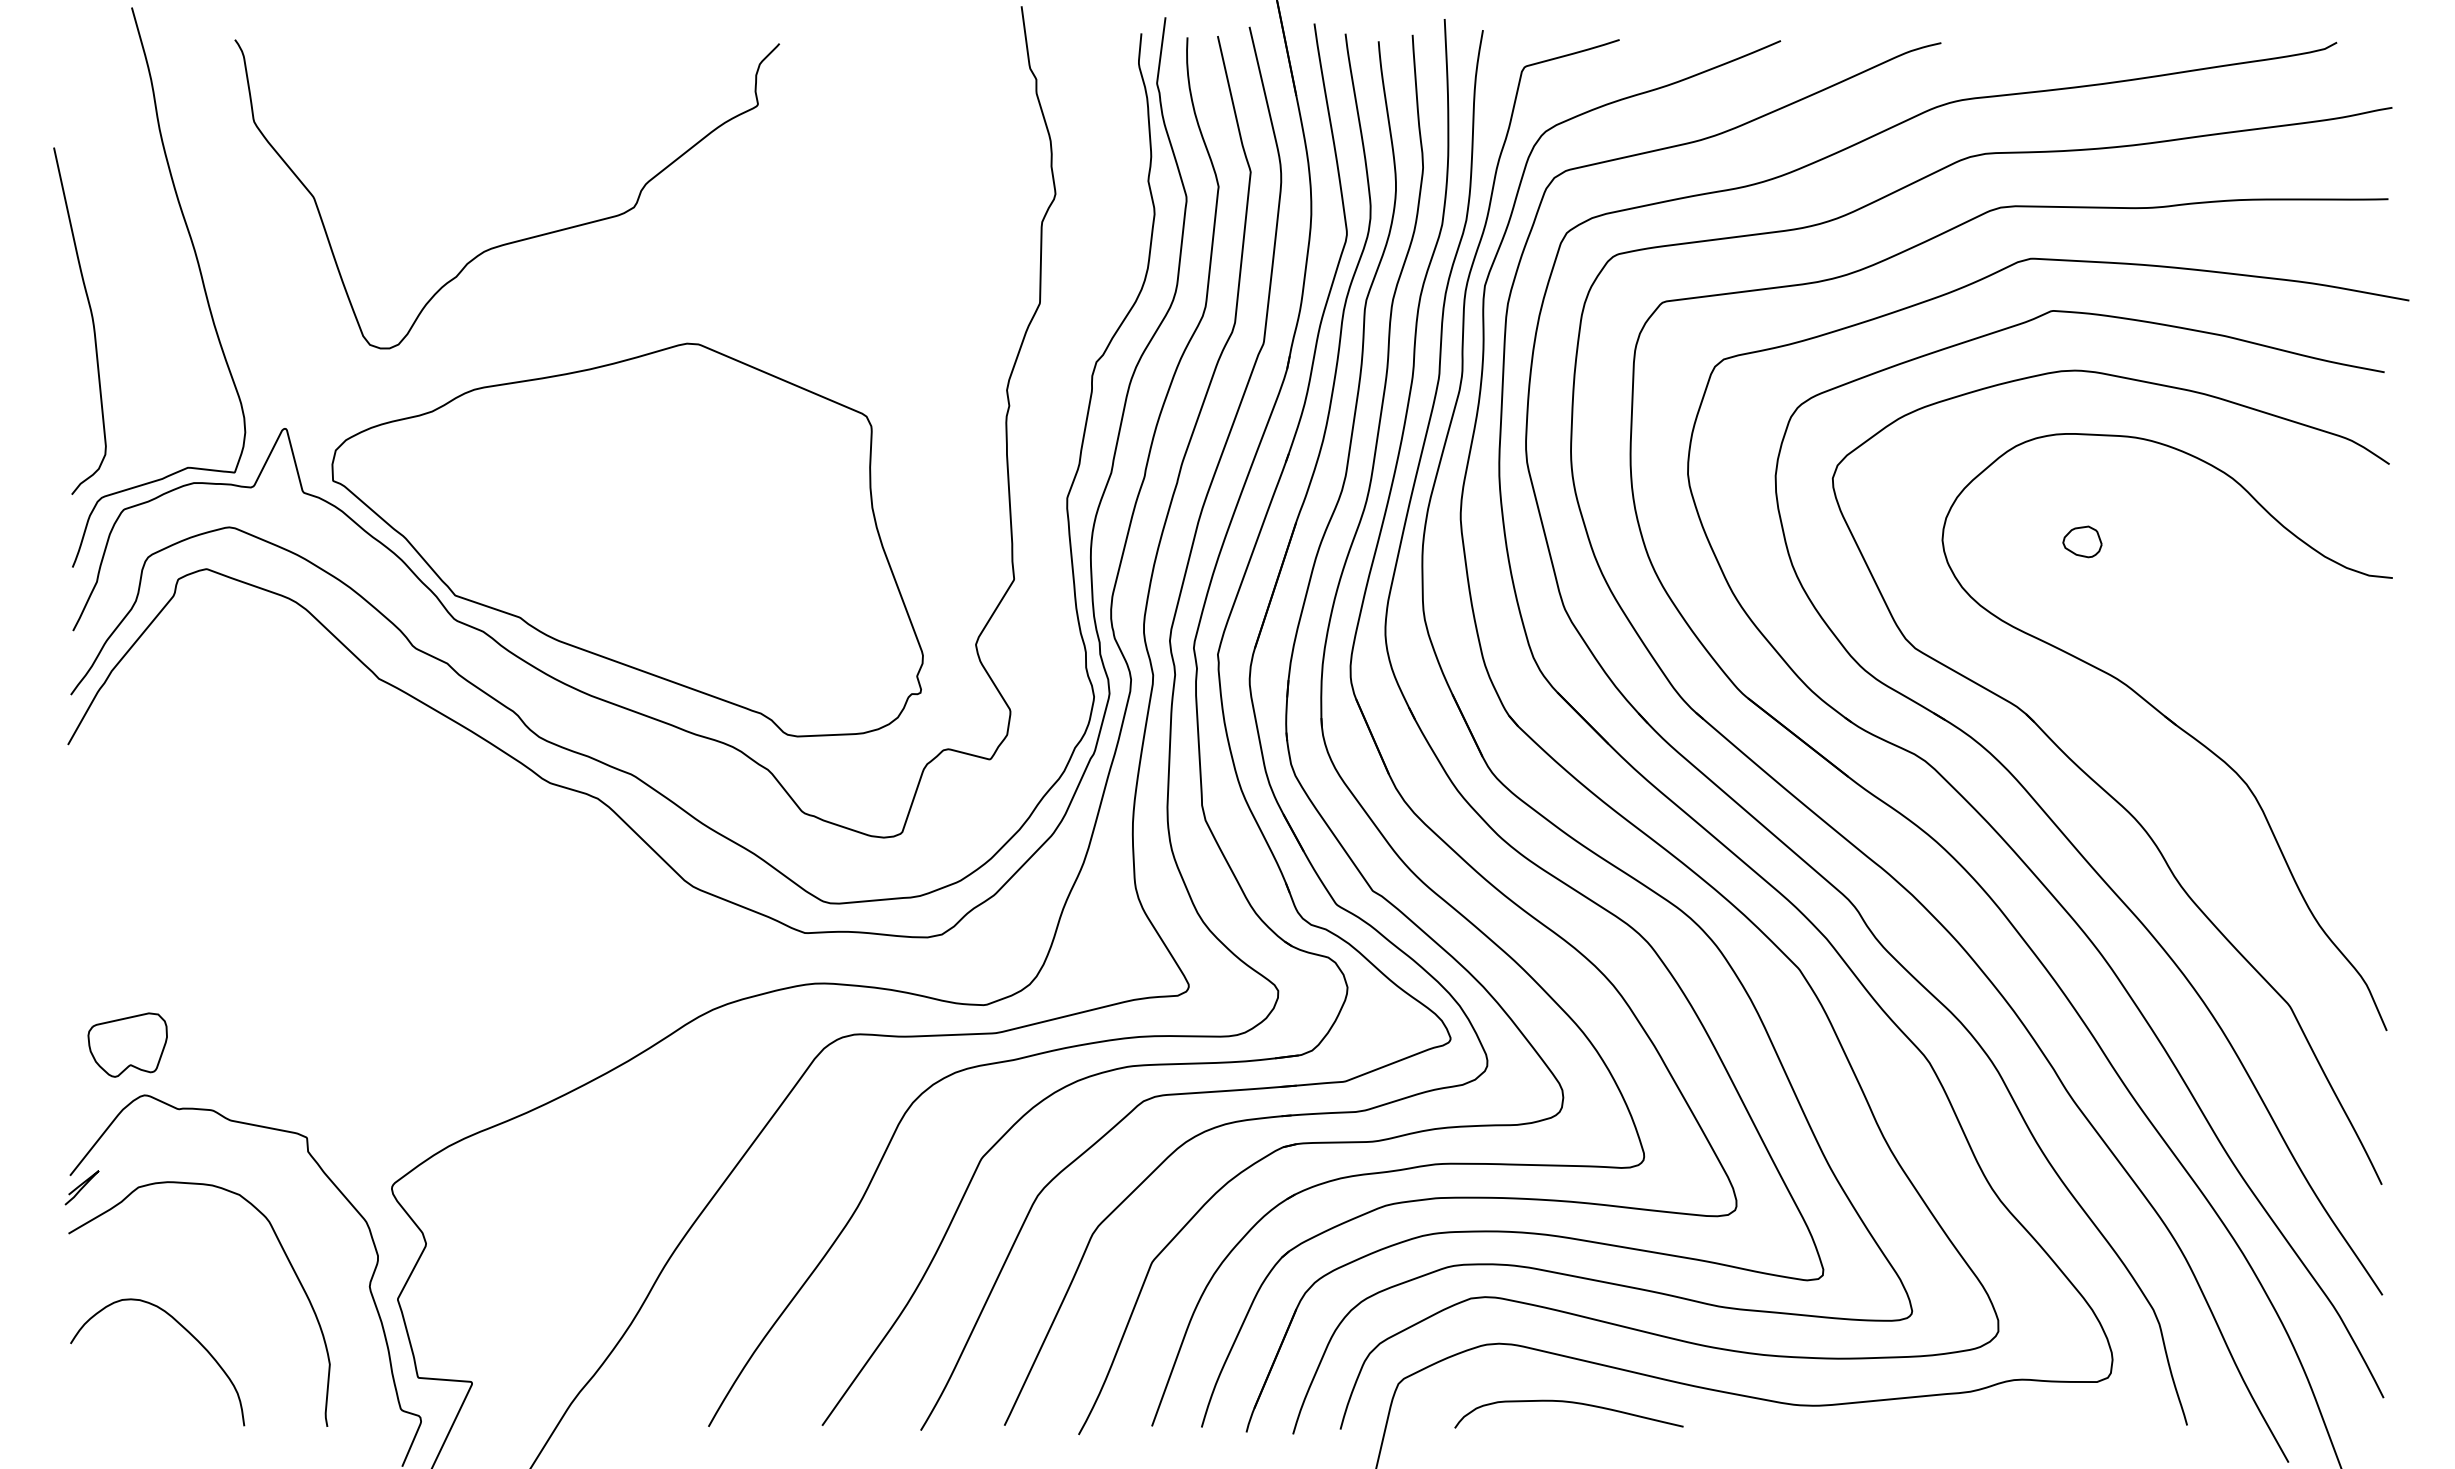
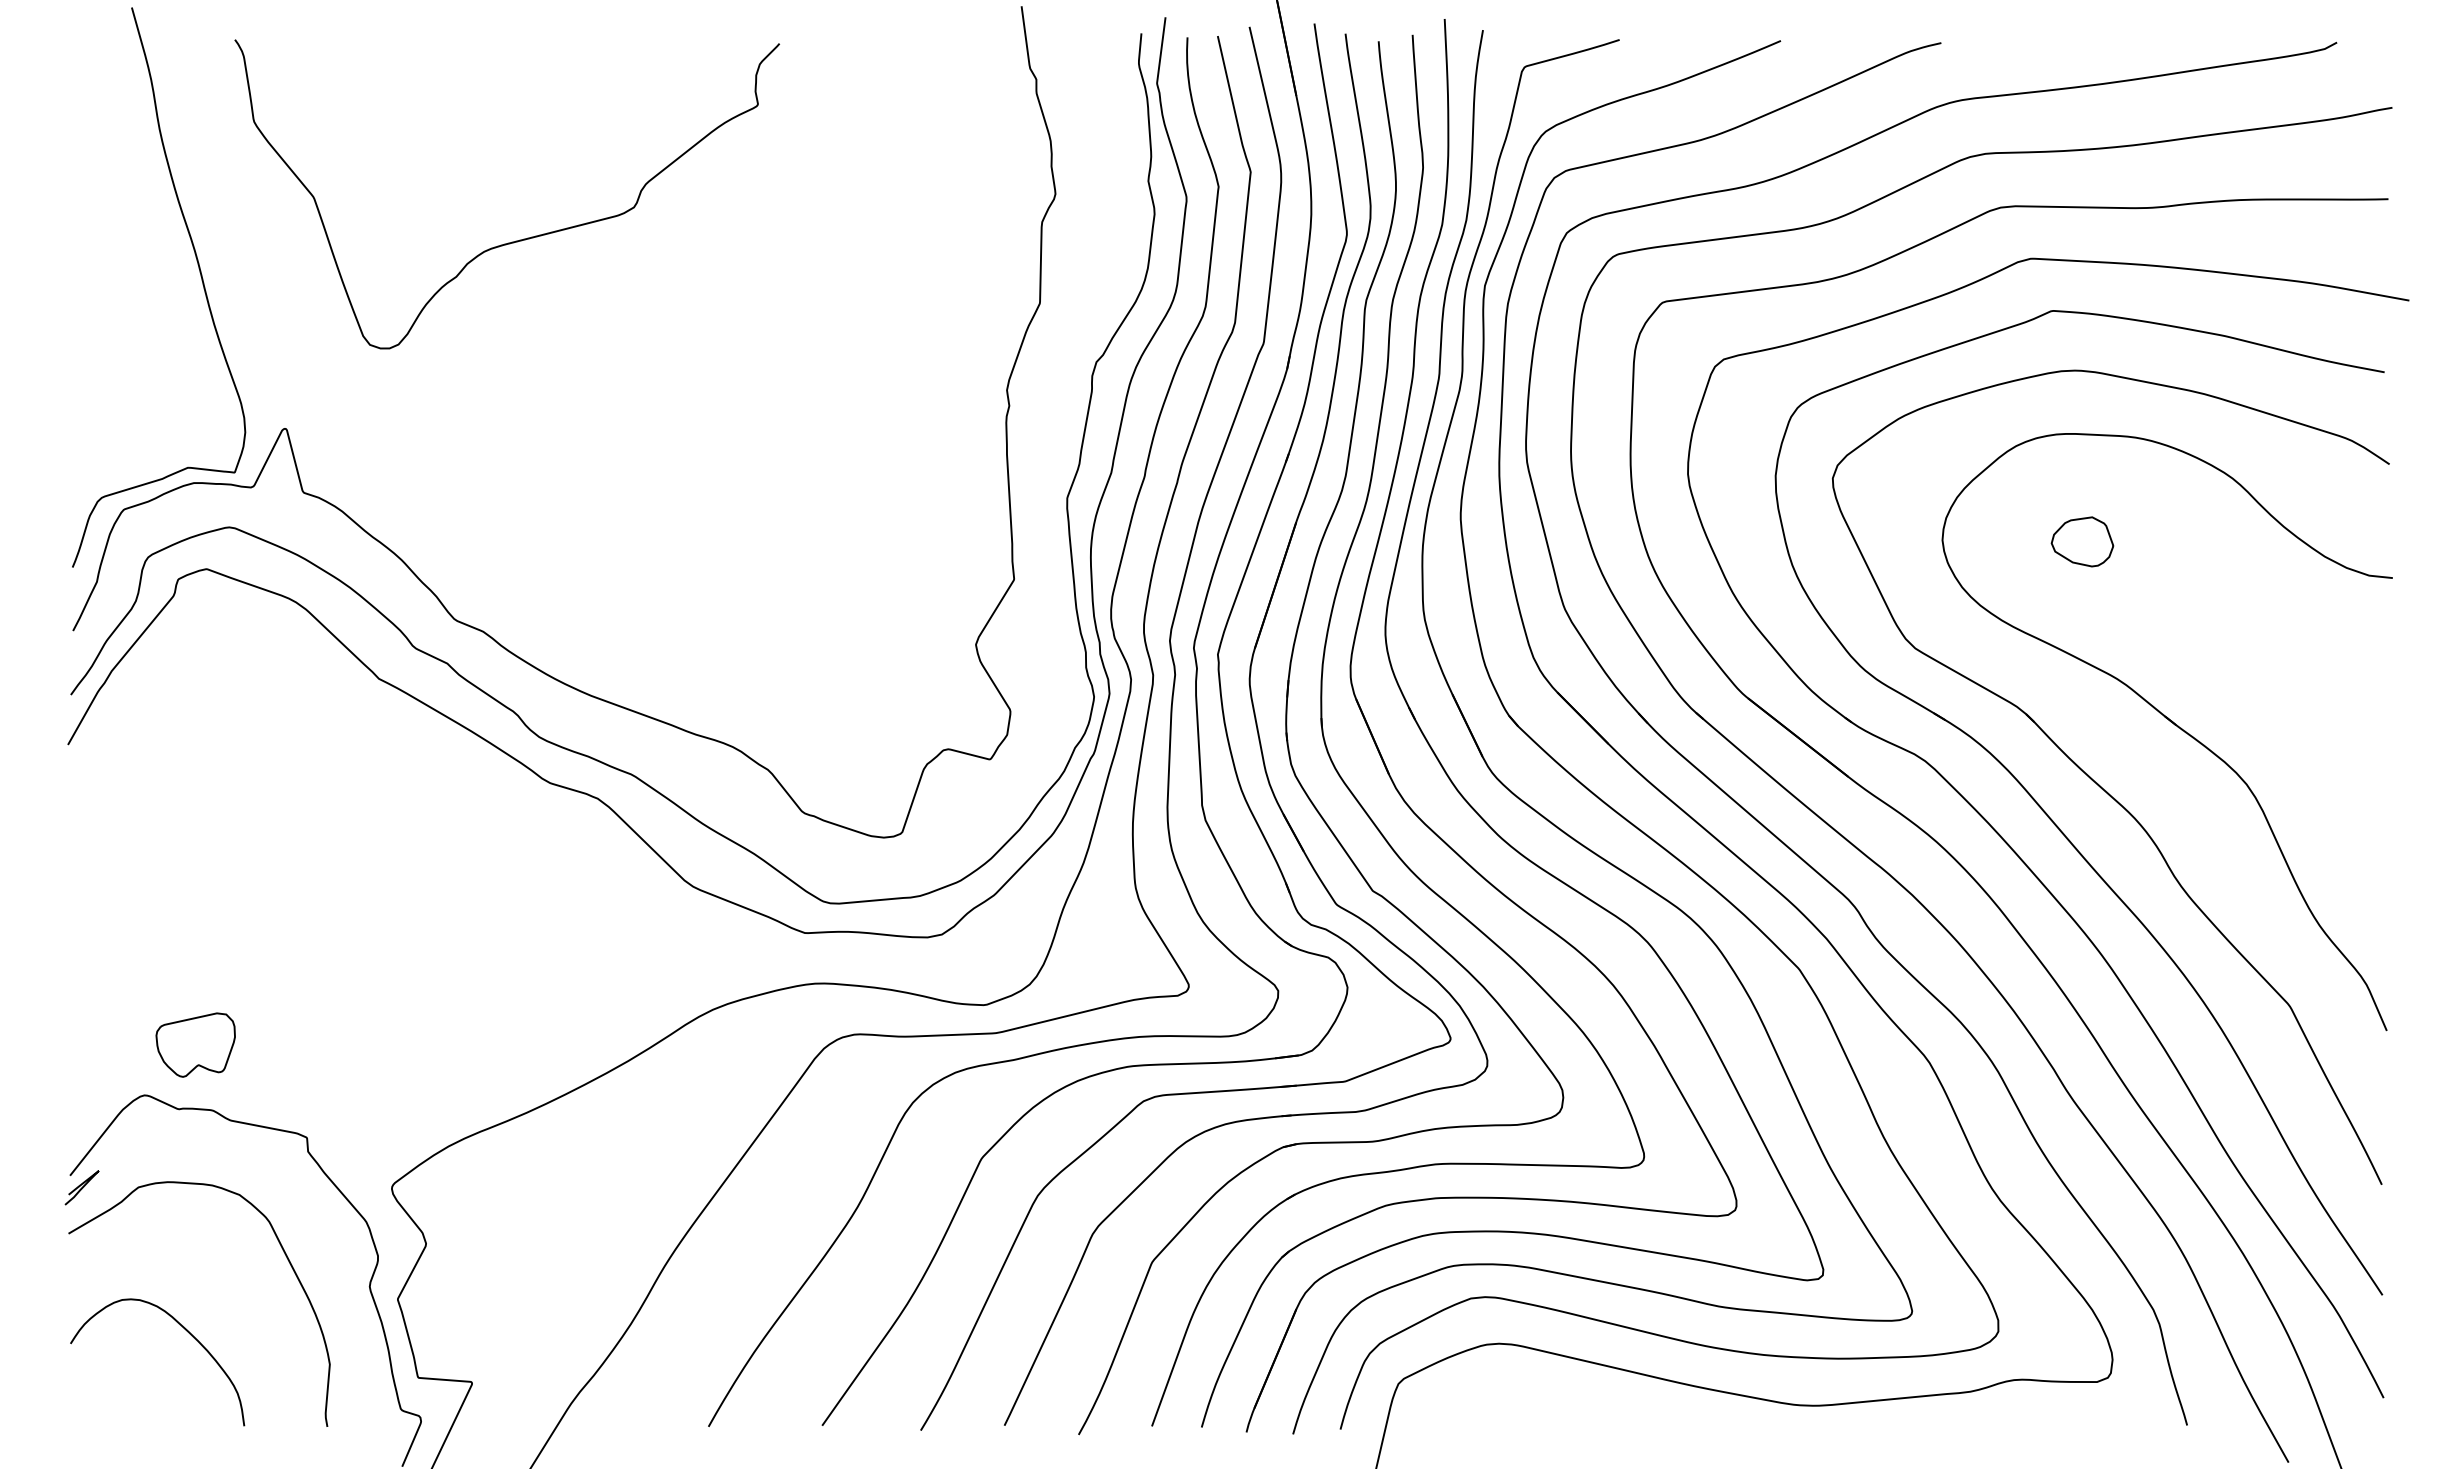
curve at (91, 318): present -> none
part at (627, 539): present -> none
part at (2082, 541) size: 41x34 px -> 65x52 px
part at (127, 1044) position: (127, 1044) -> (195, 1044)
curve at (1571, 1403): present -> none
